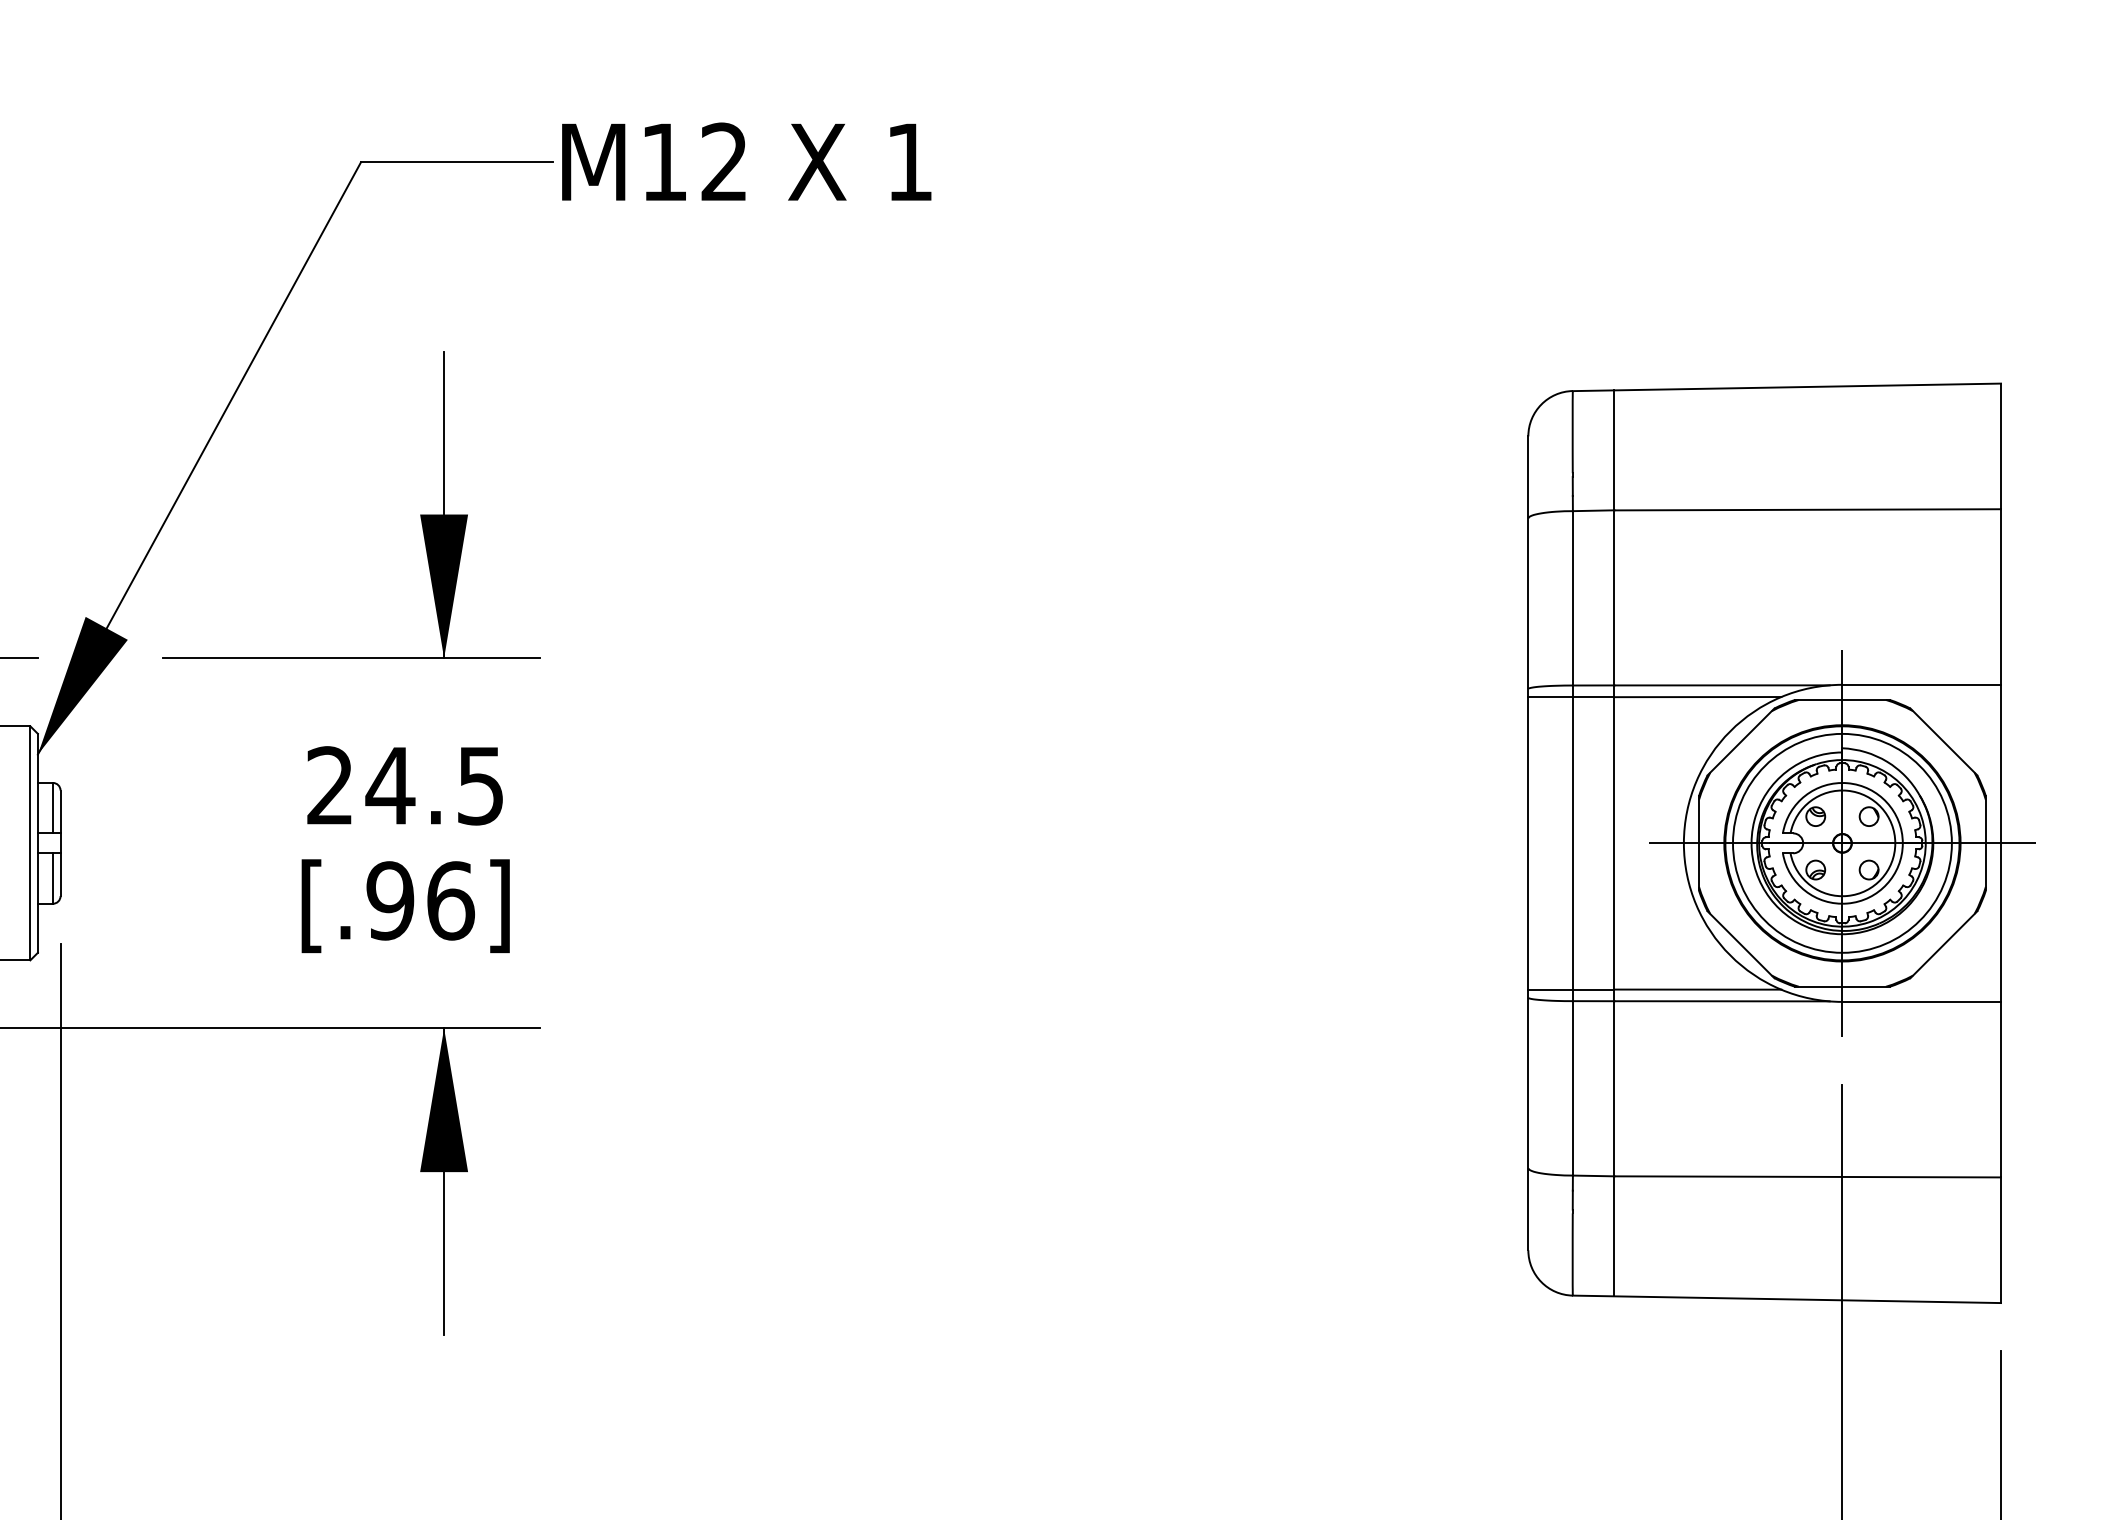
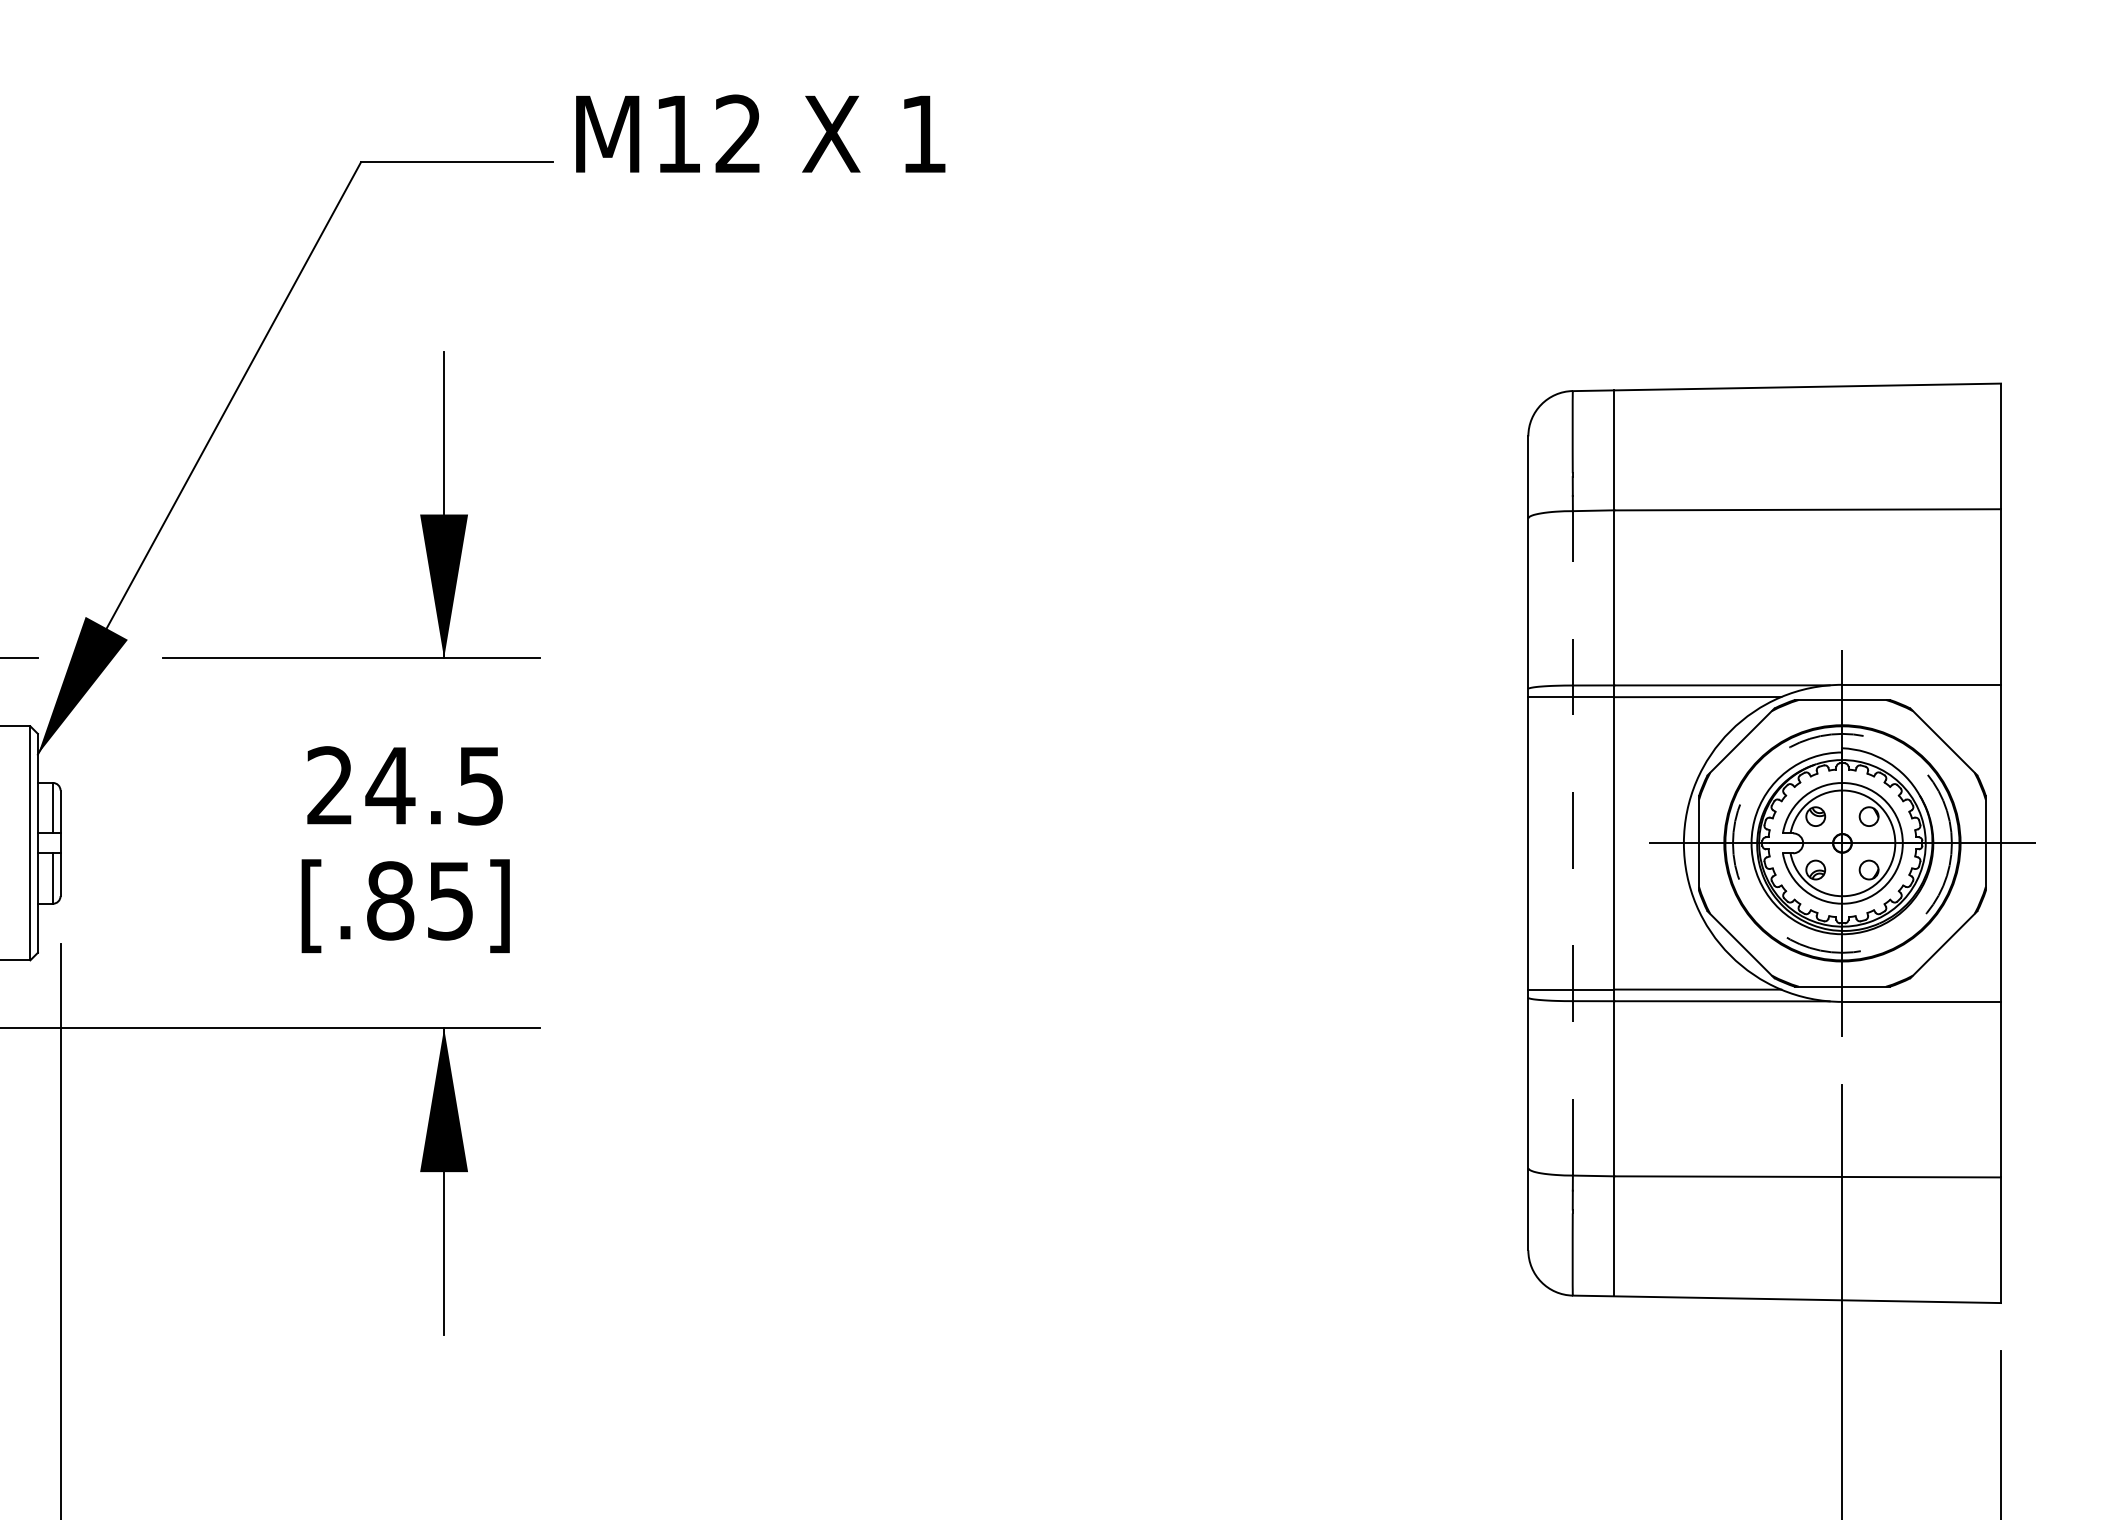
text at (746, 161) position: (746, 161) -> (760, 133)
line at (1572, 842): solid -> dashed
circle at (1841, 842): solid -> dashed
text at (420, 900): [.96] -> [.85]
